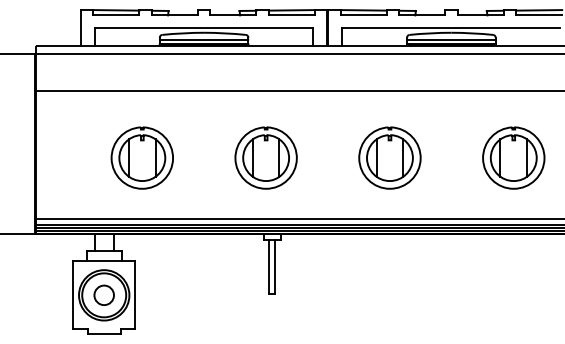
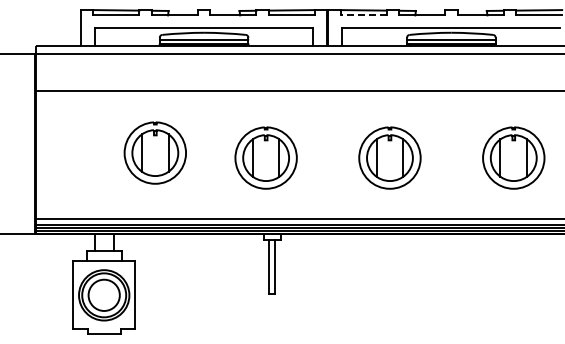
line at (363, 15): solid -> dashed
part at (141, 157) position: (141, 157) -> (154, 152)
circle at (103, 295) diameter: 20 px -> 31 px
